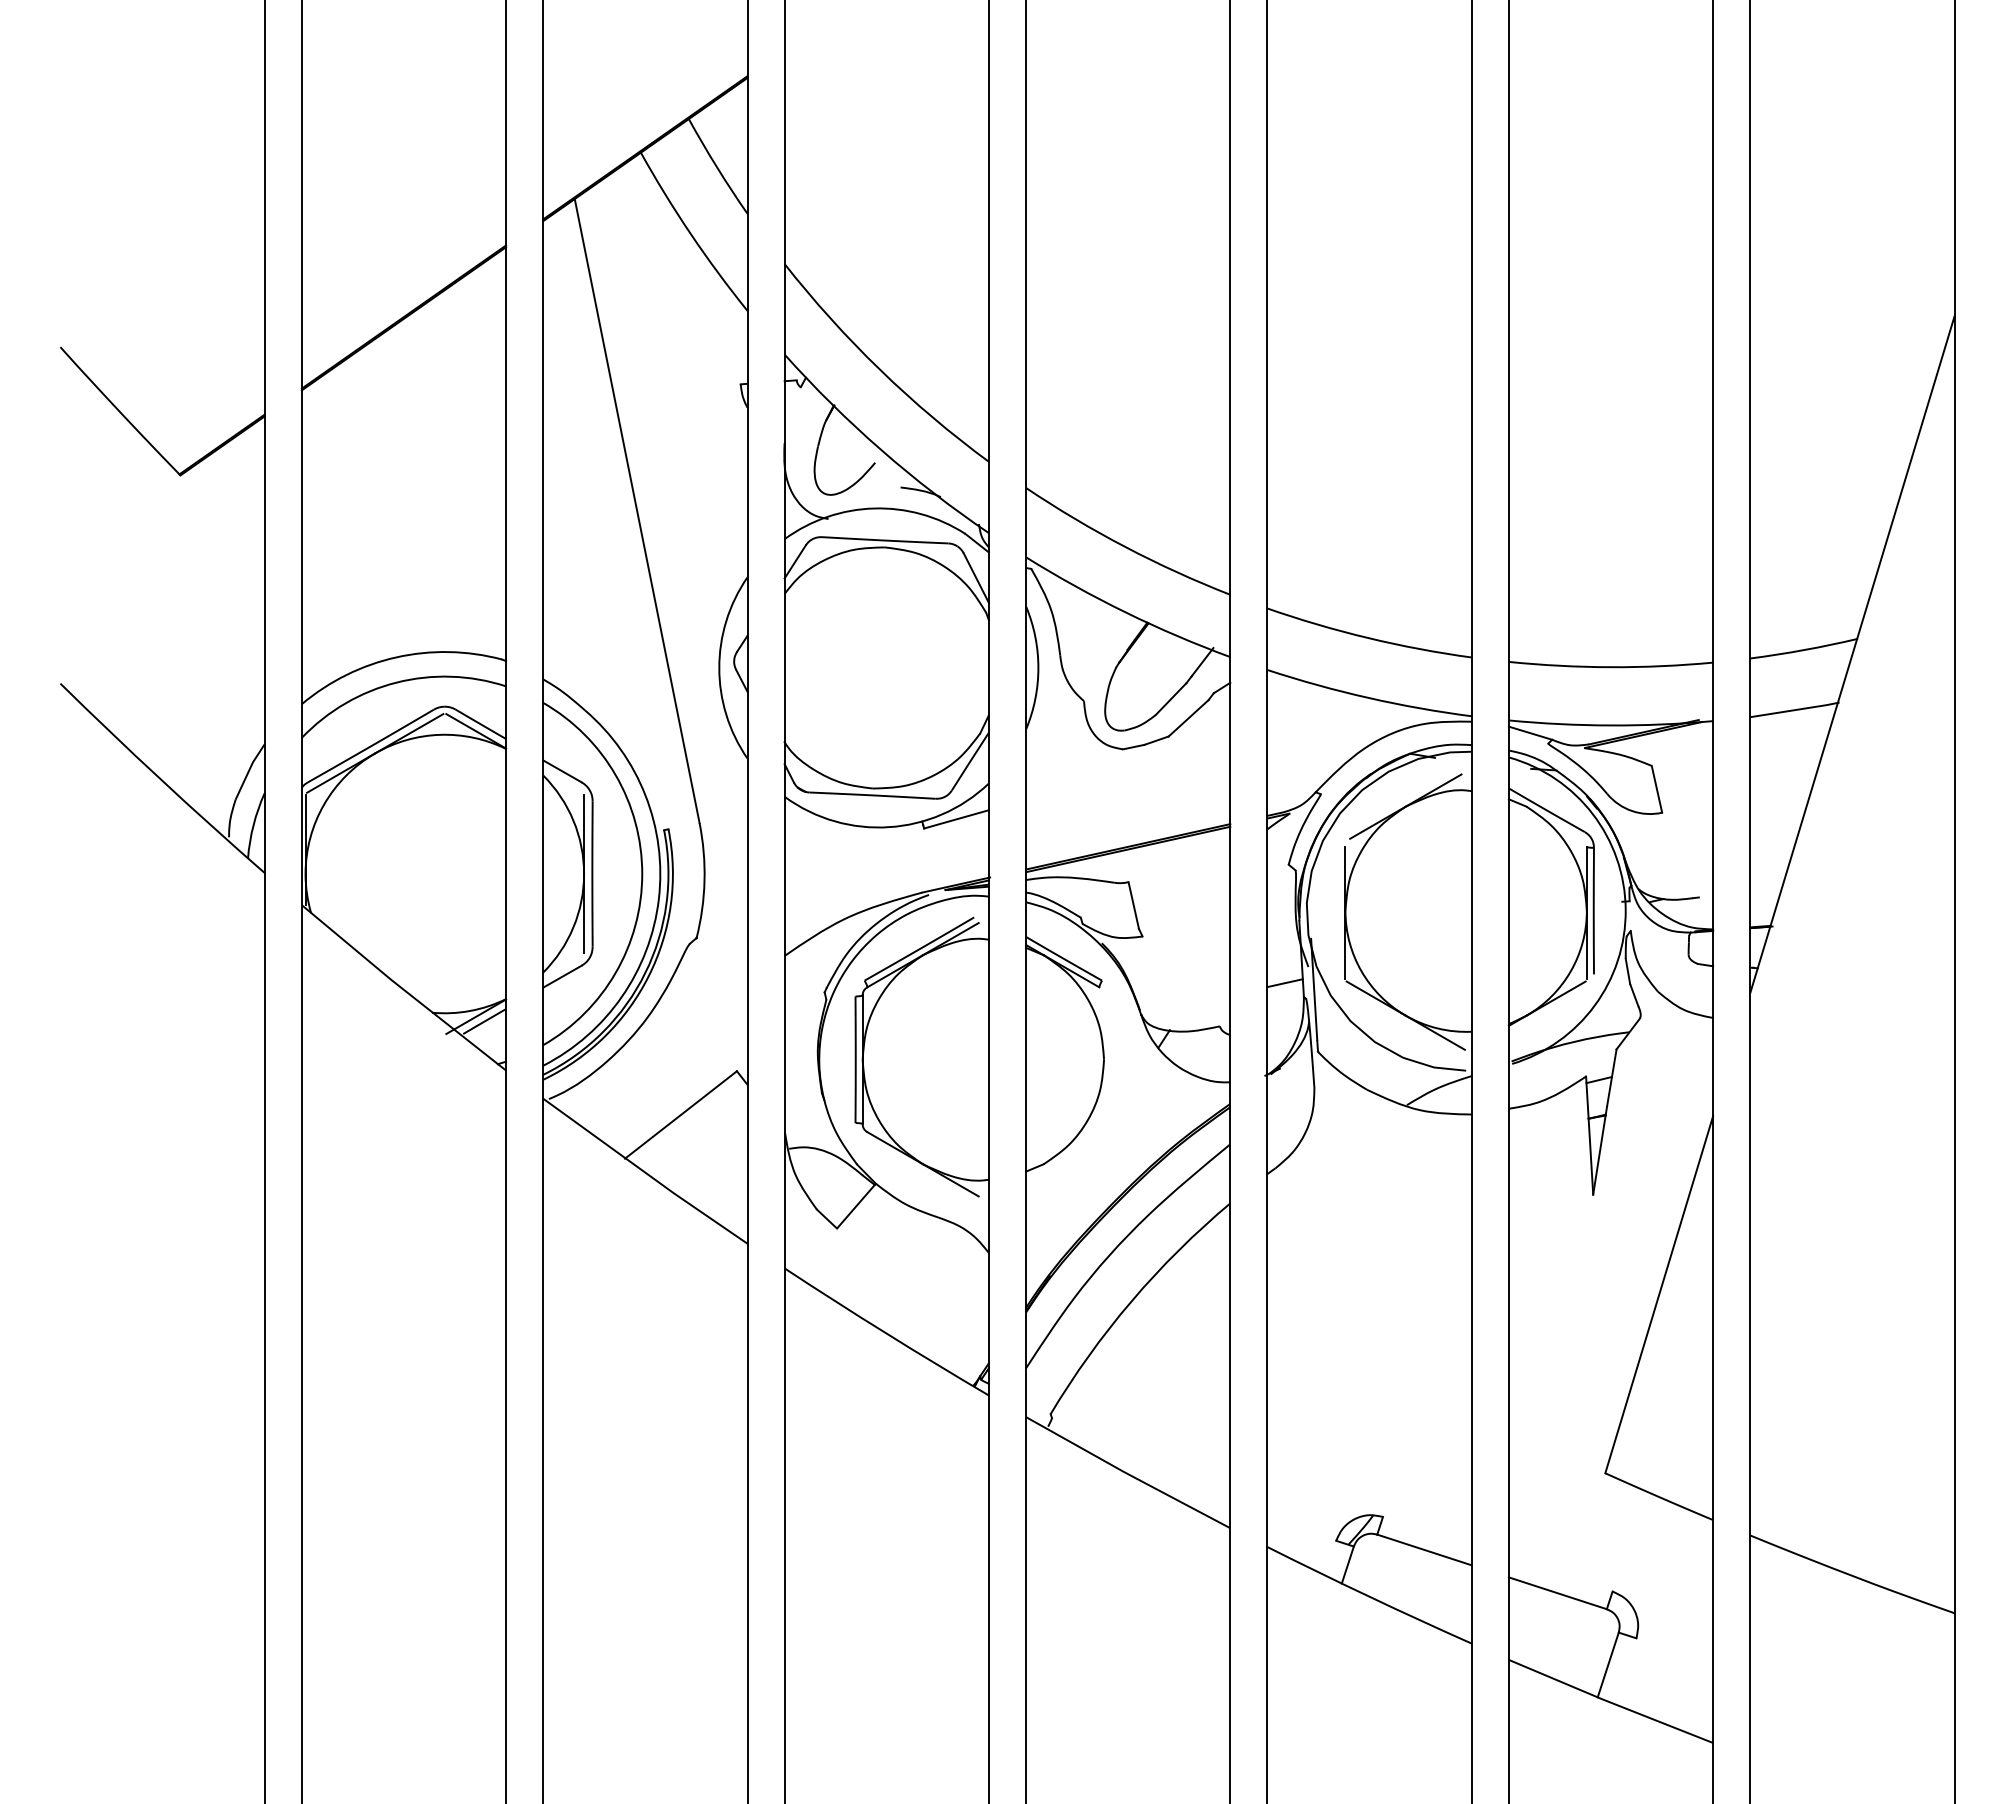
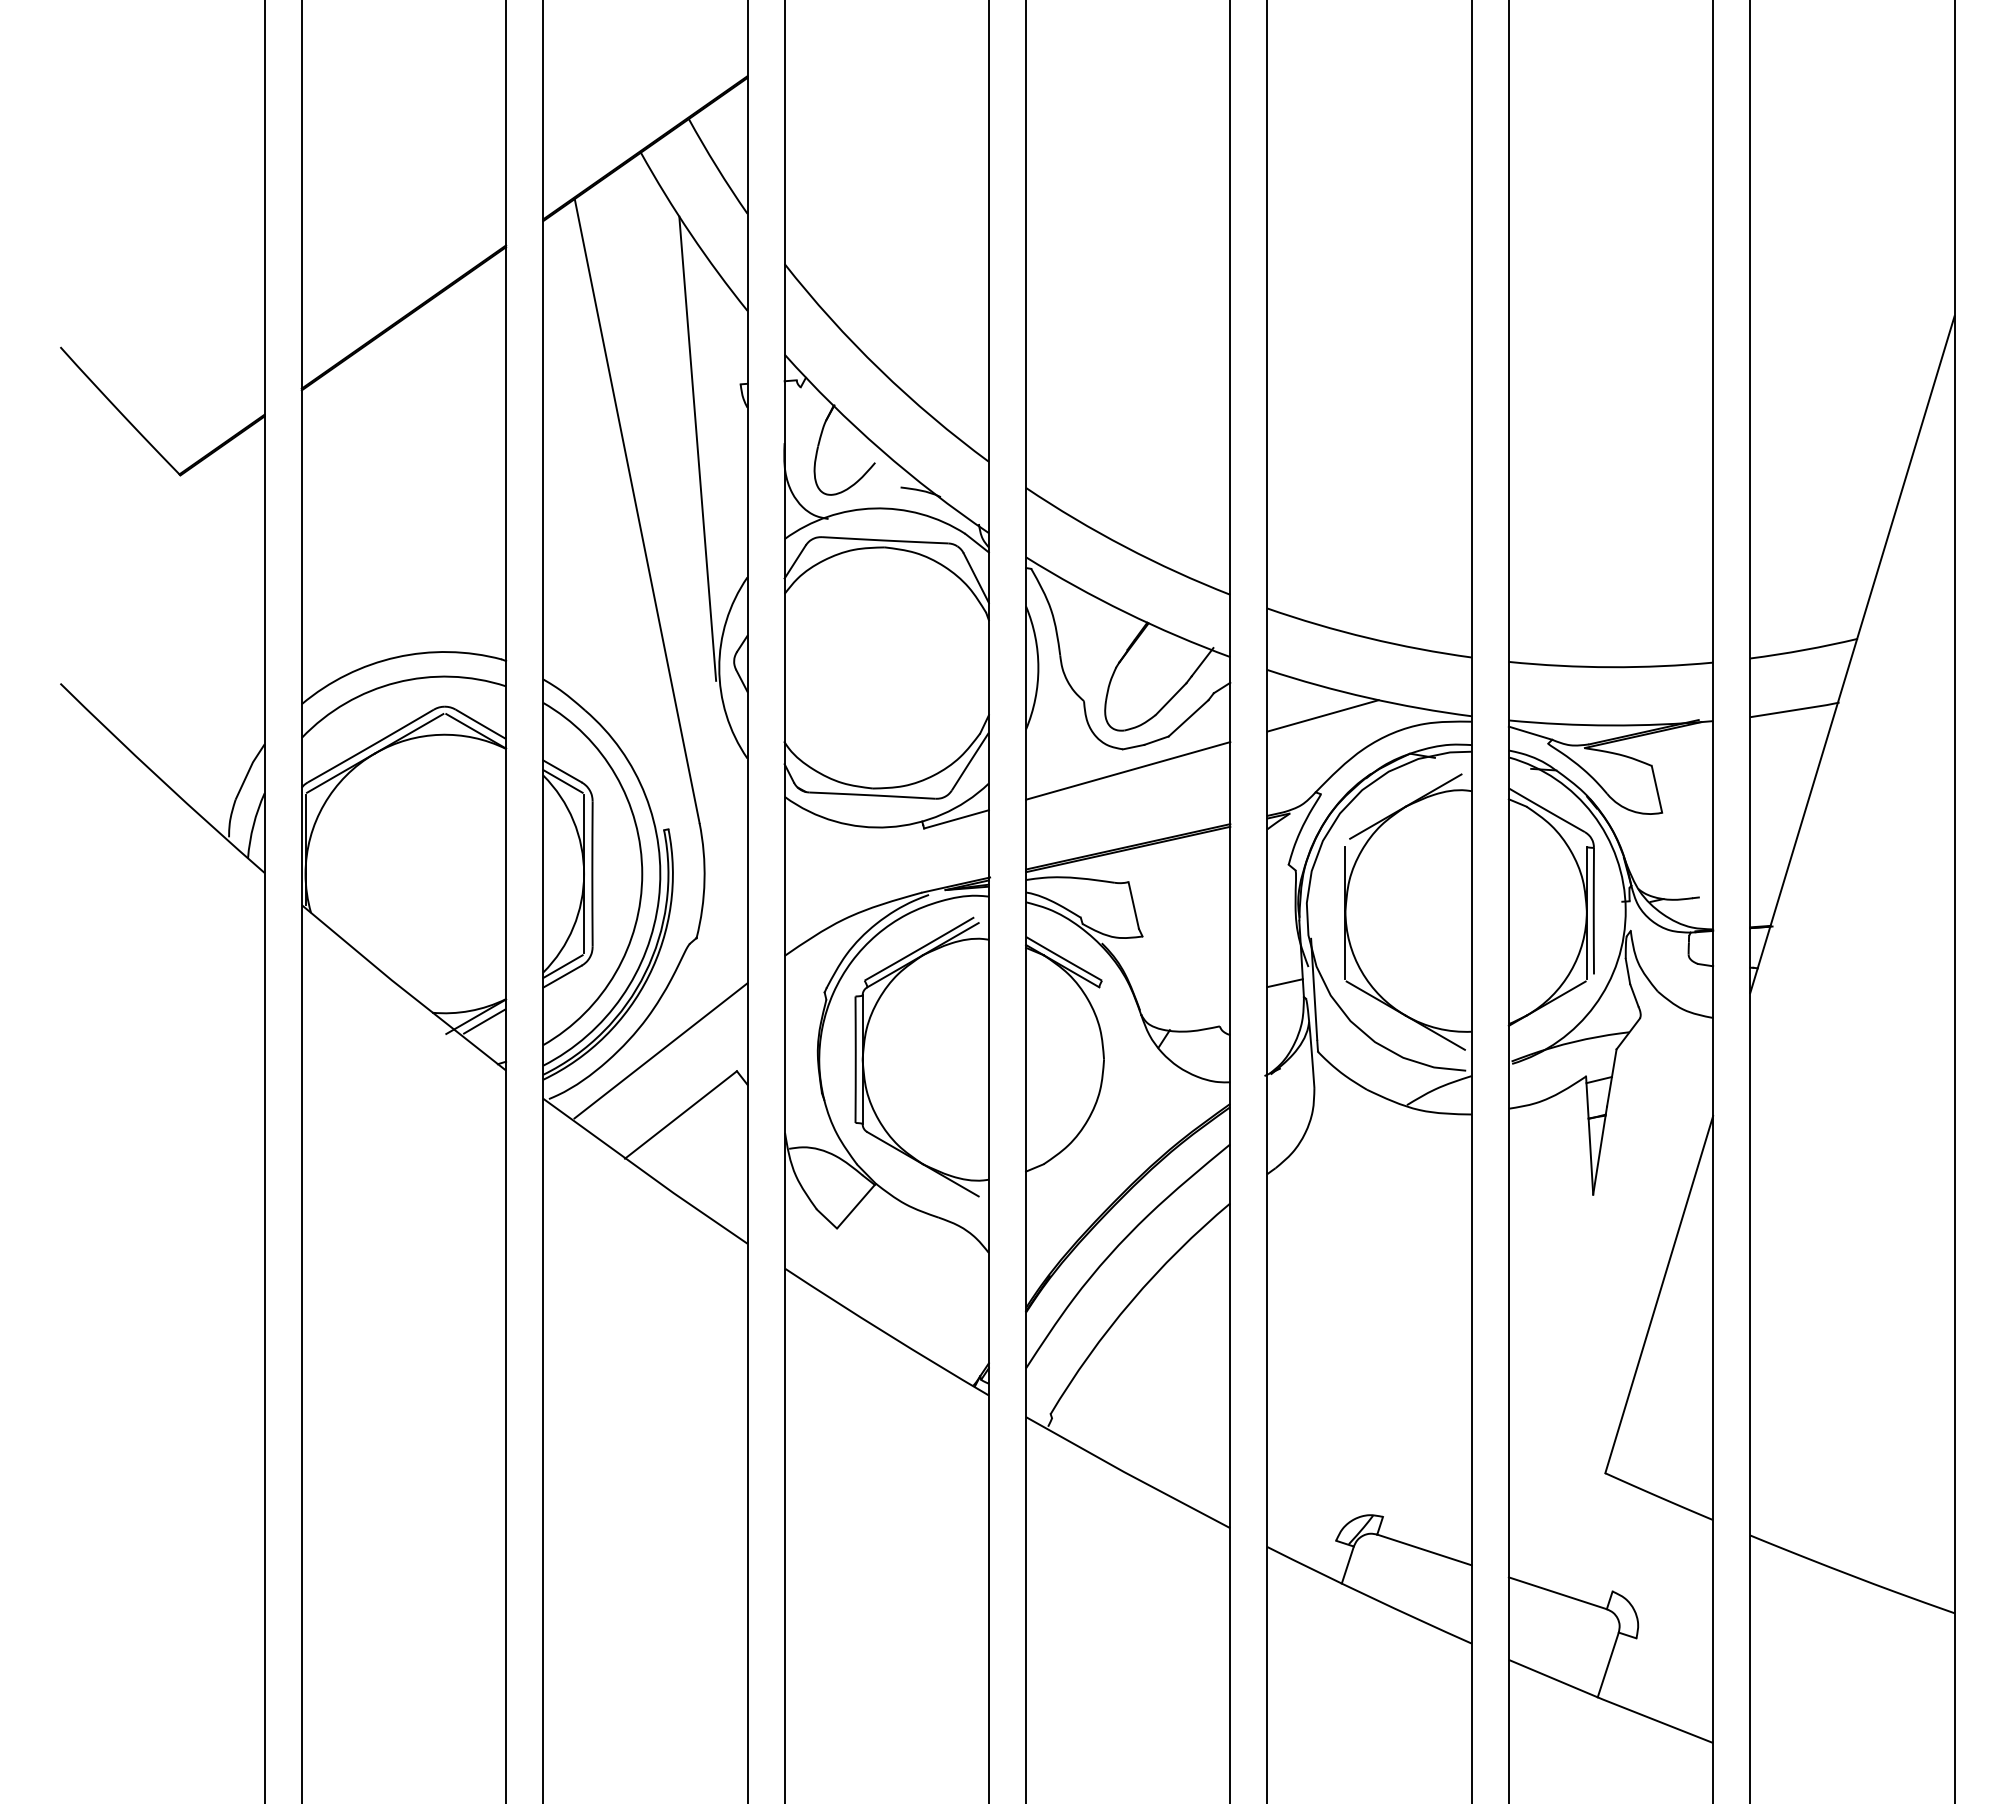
line at (697, 448): none -> present
line at (1322, 715): none -> present
line at (1128, 770): none -> present
line at (562, 781): none -> present
line at (562, 966): none -> present
line at (660, 1050): none -> present
